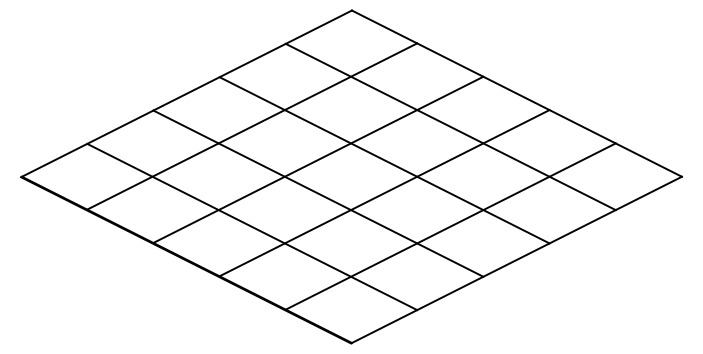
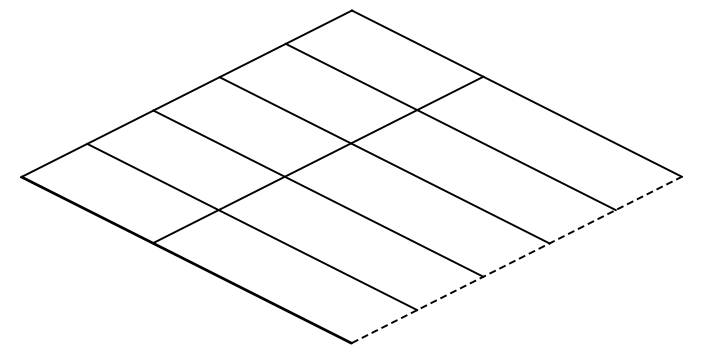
line at (252, 126): present -> none
line at (384, 193): present -> none
line at (450, 226): present -> none
line at (516, 259): solid -> dashed
